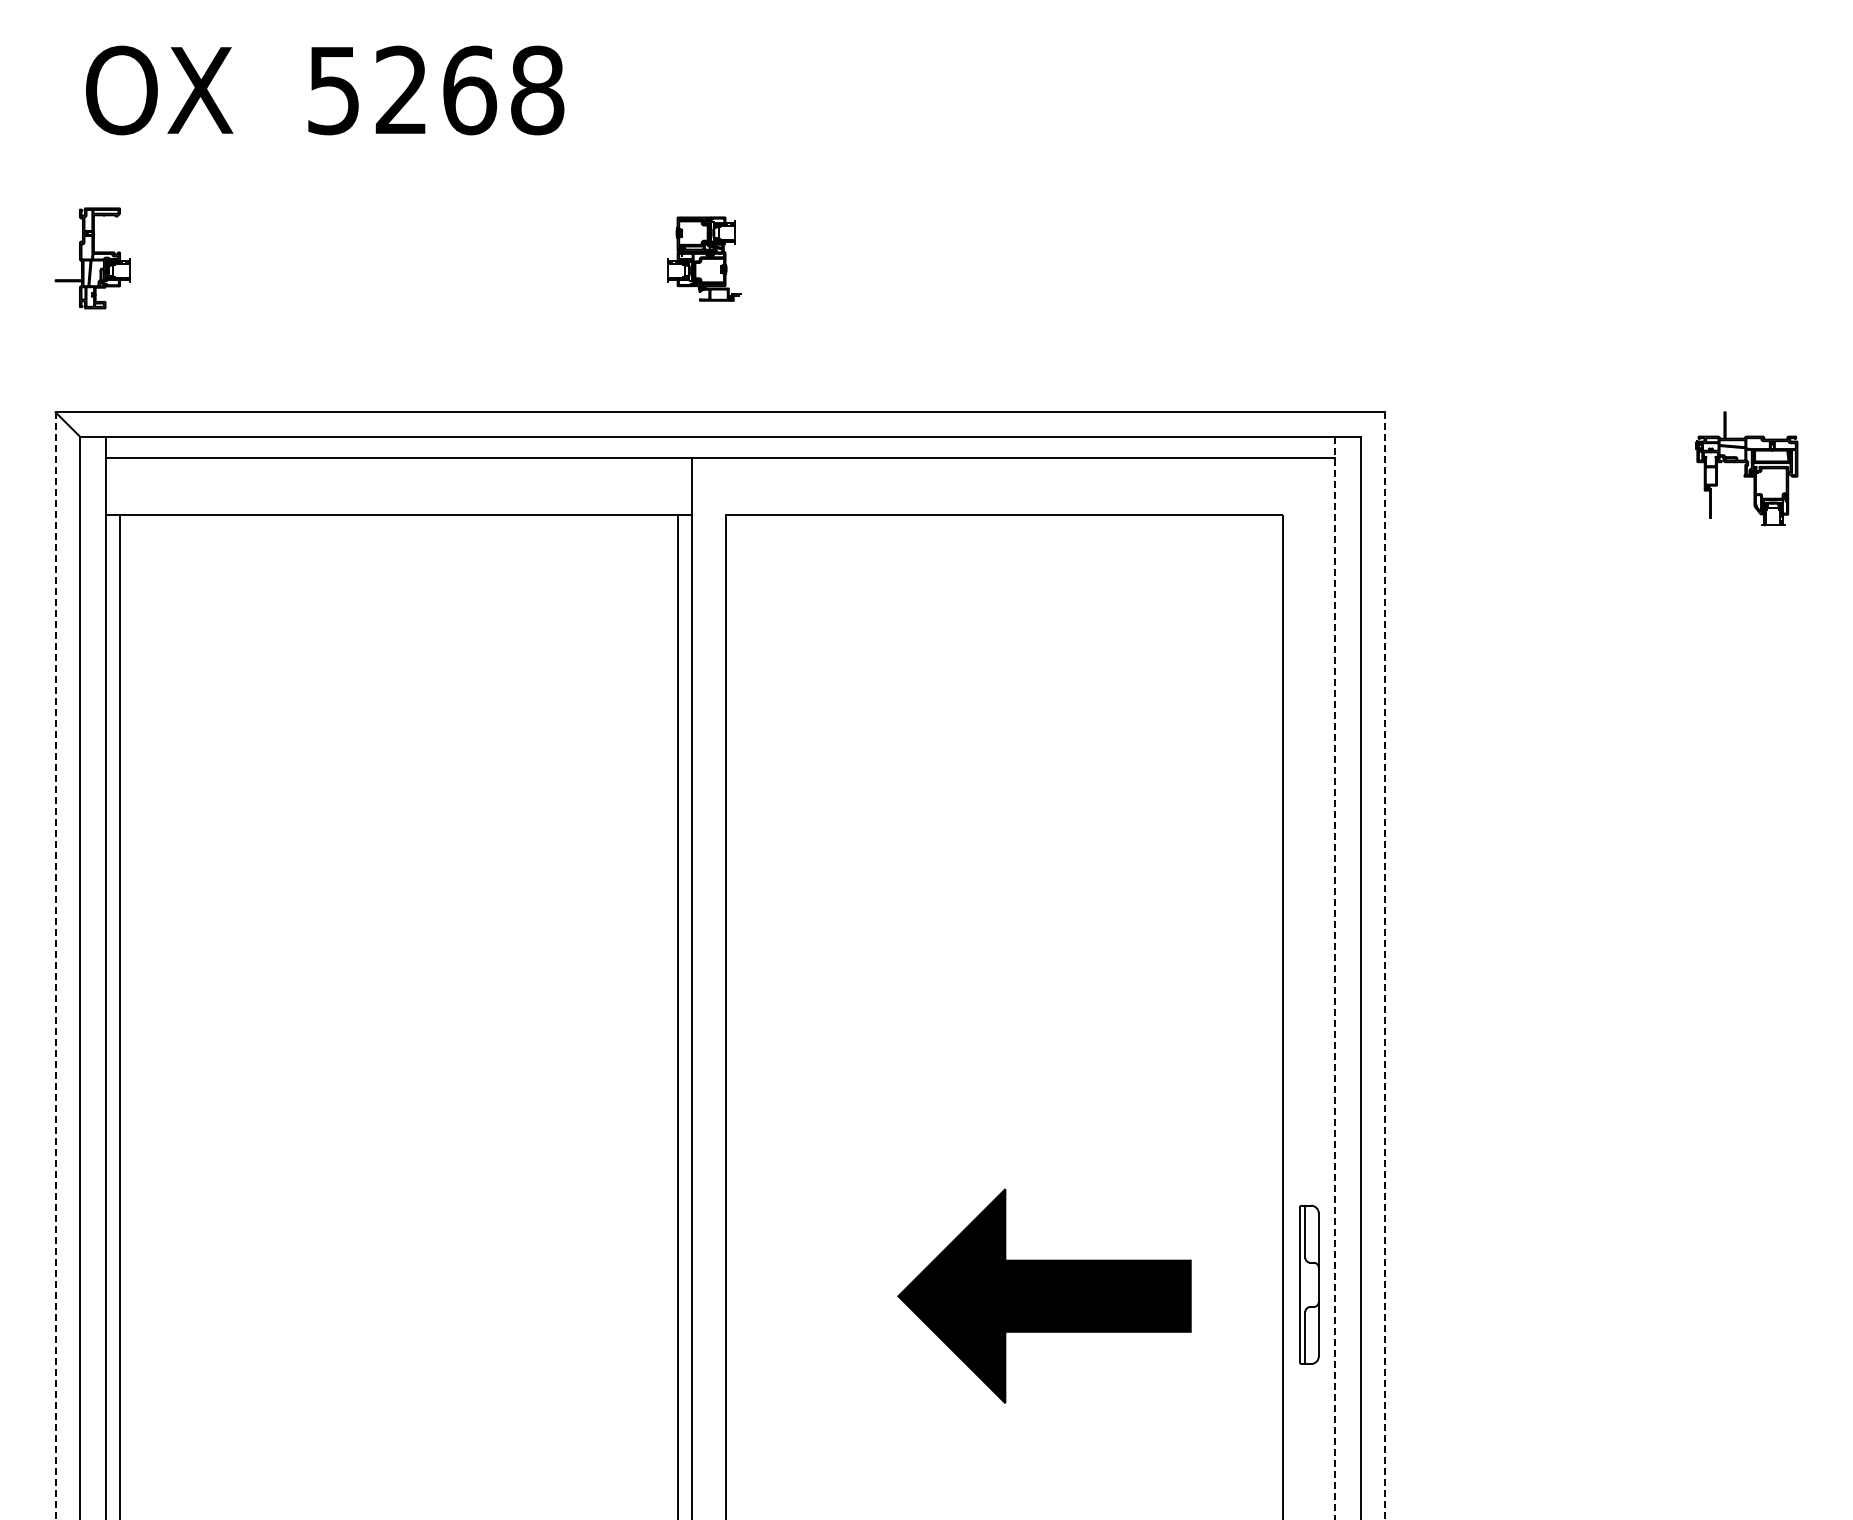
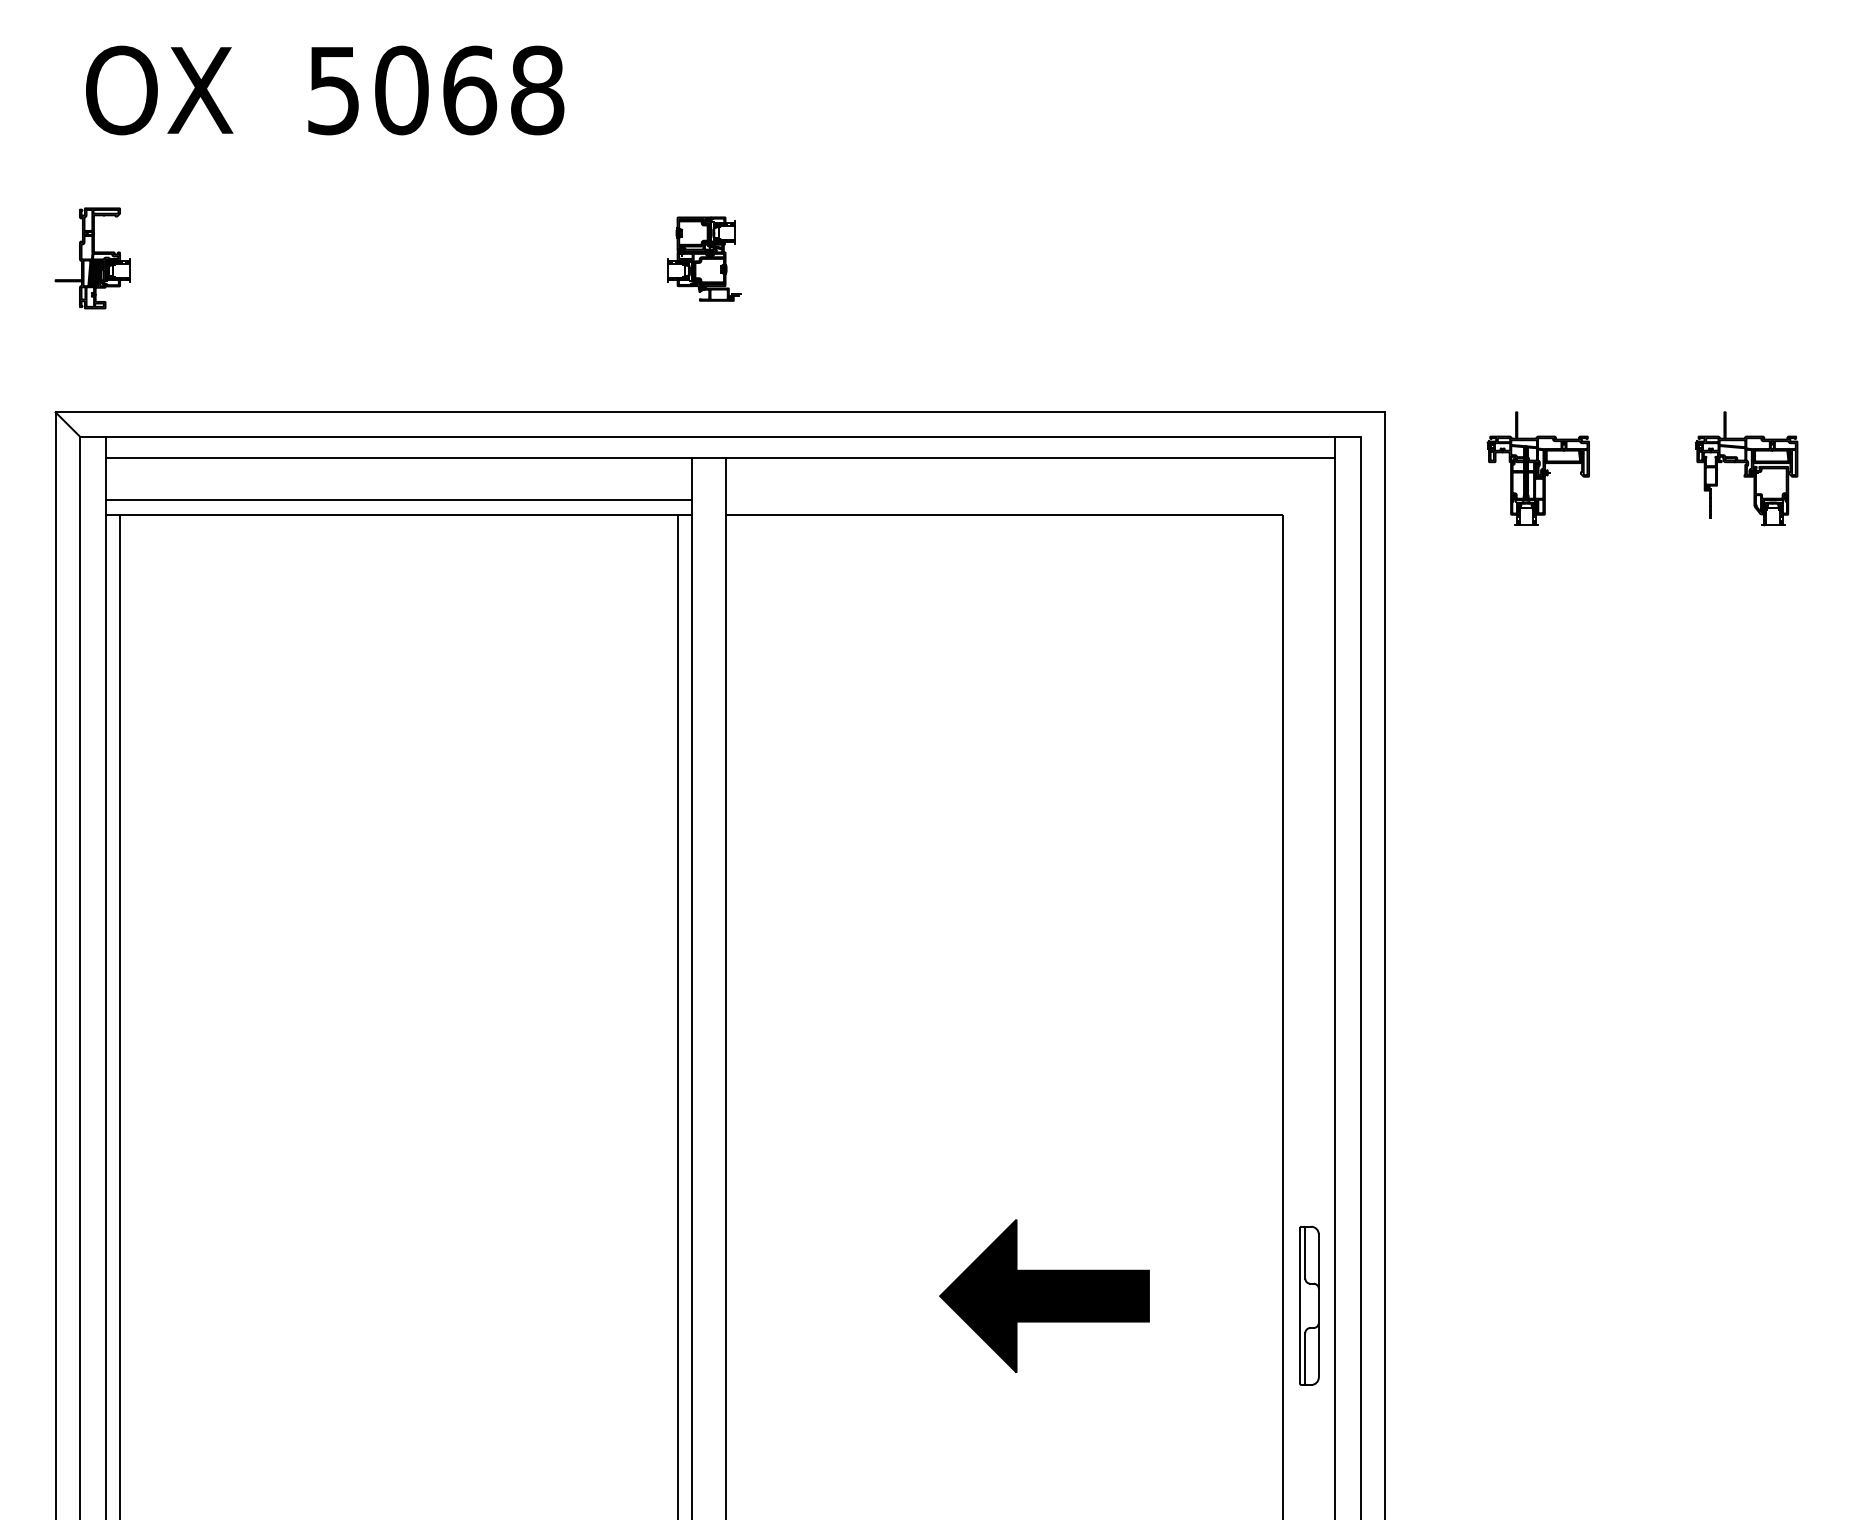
text at (401, 90): 5268 -> 5068
hatch at (96, 273): none -> present
part at (1537, 468): none -> present
line at (725, 486): none -> present
line at (398, 500): none -> present
line at (55, 966): dashed -> solid
line at (1385, 966): dashed -> solid
line at (1335, 978): dashed -> solid
part at (1309, 1284) position: (1309, 1284) -> (1309, 1305)
part at (1044, 1295) size: 295x216 px -> 211x154 px
